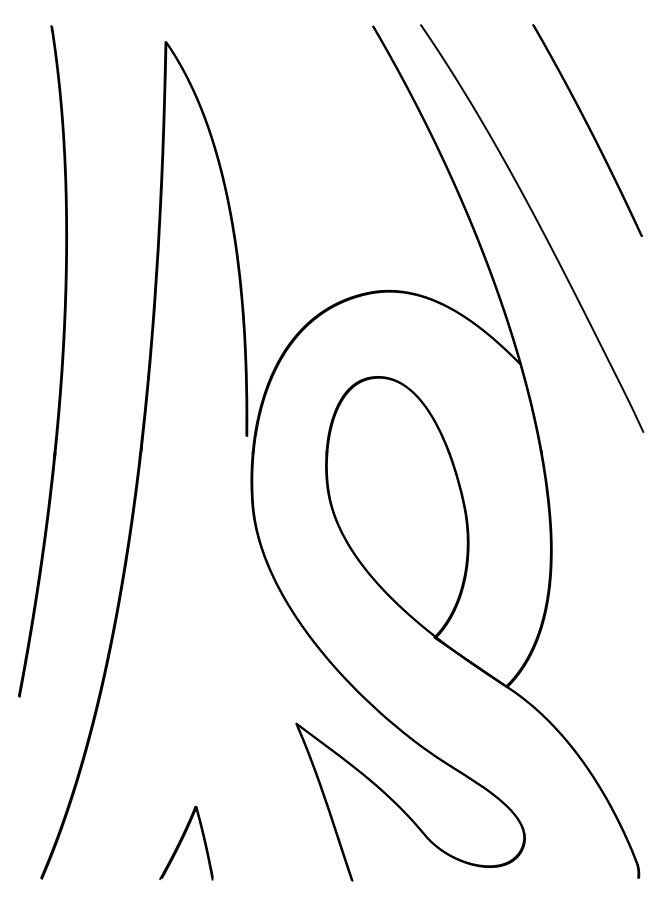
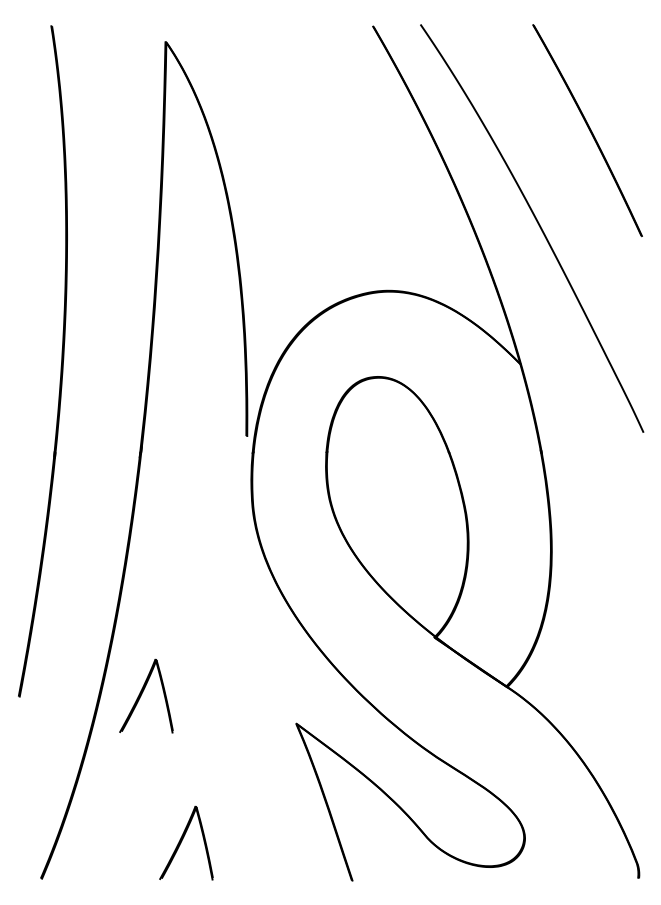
part at (146, 695): none -> present
